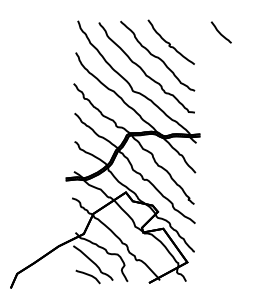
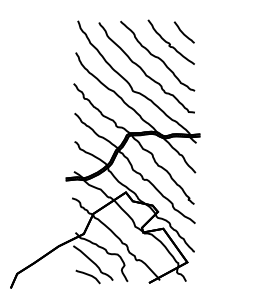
curve at (220, 32) position: (220, 32) -> (183, 32)
